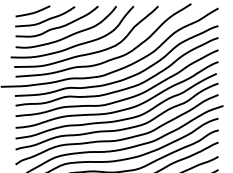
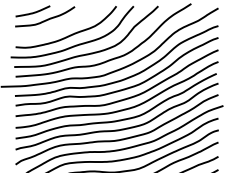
curve at (58, 26): present -> none
